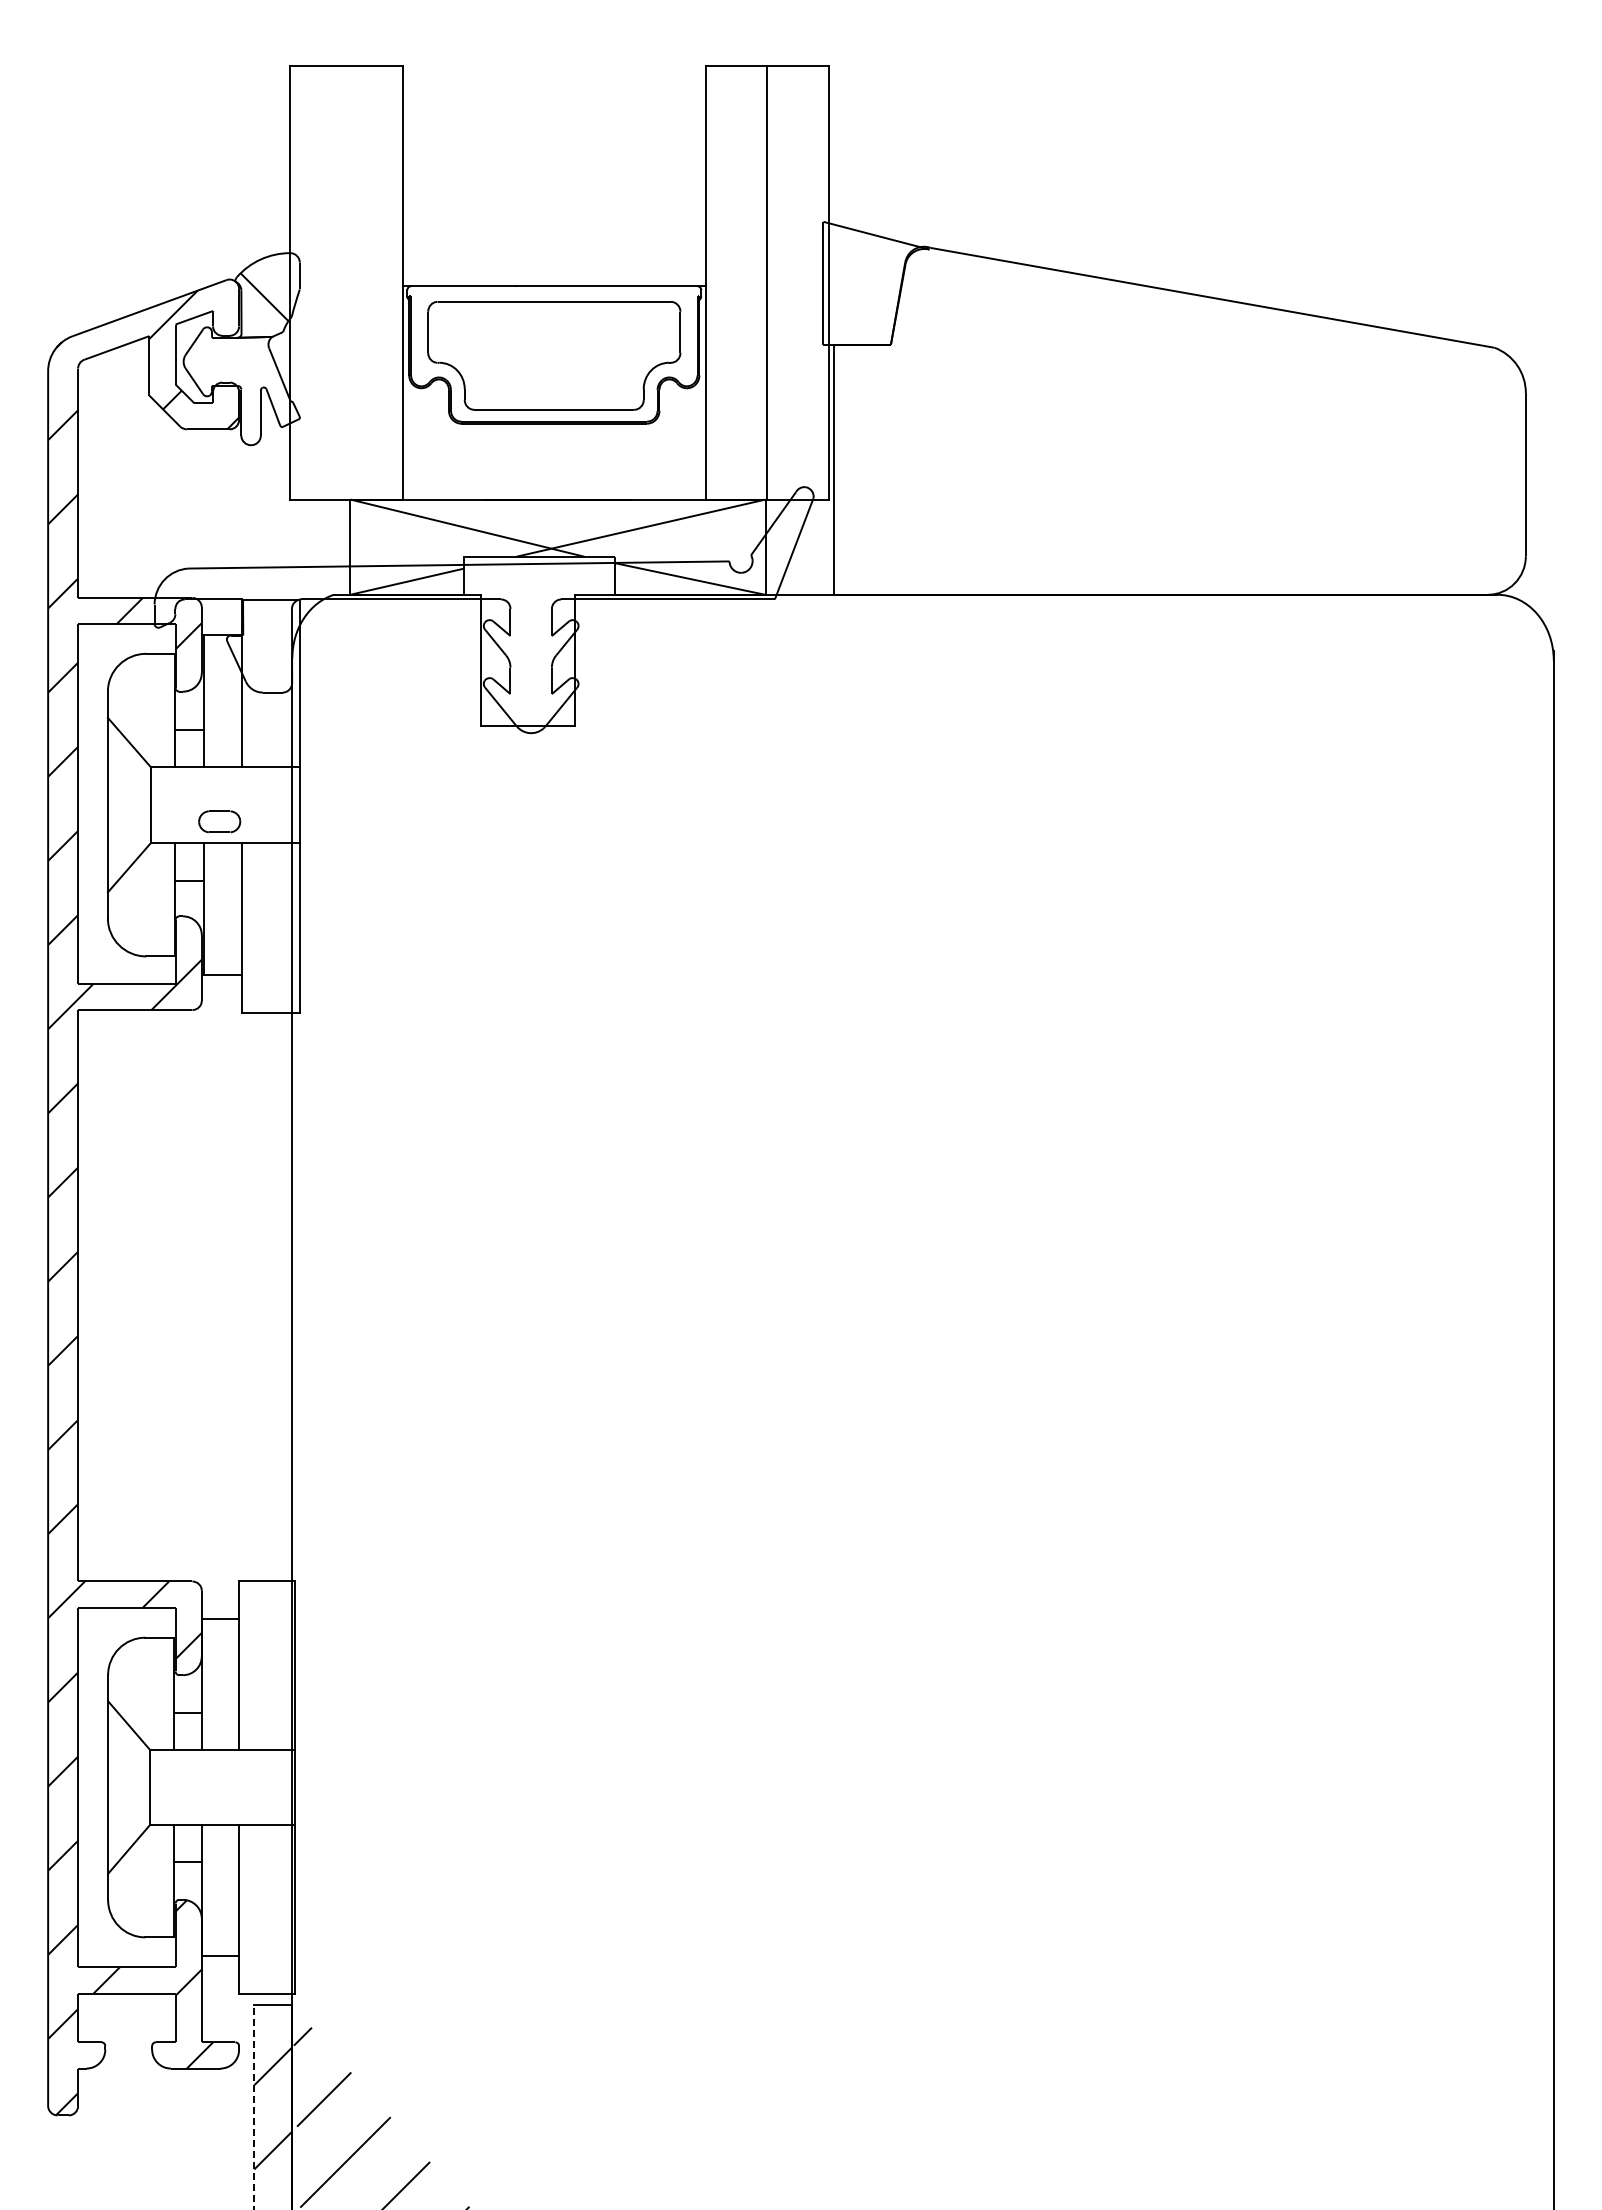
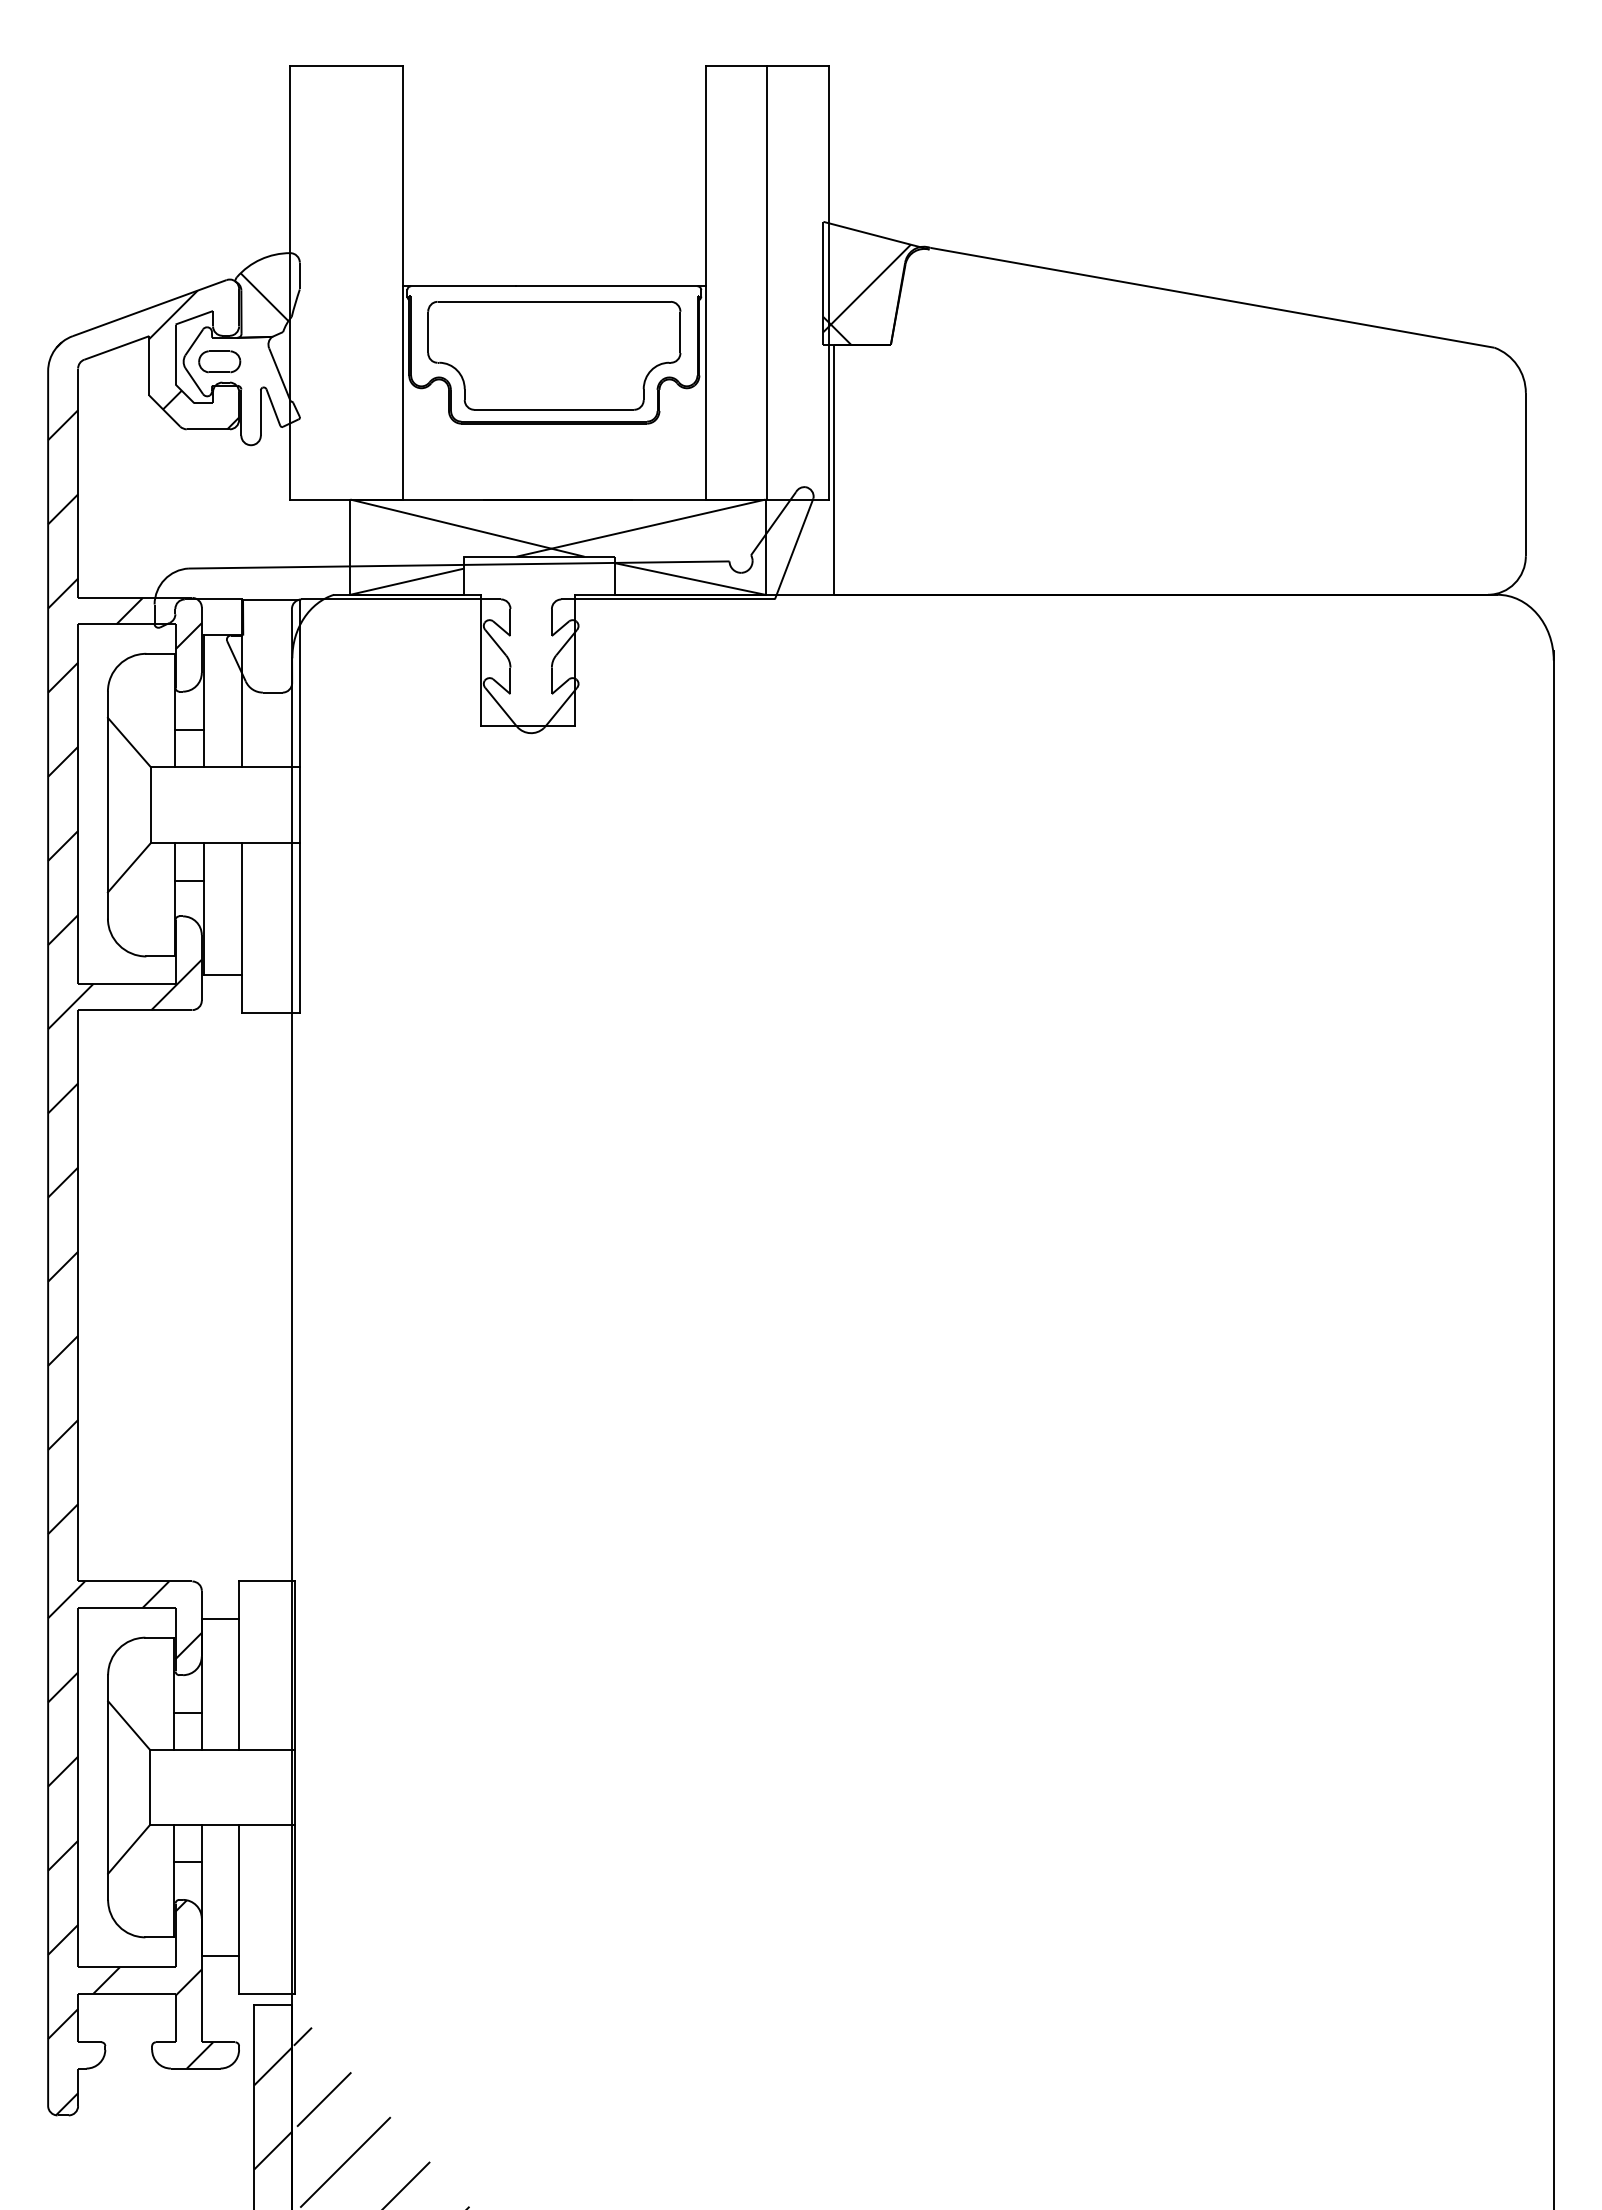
hatch at (873, 294): none -> present
part at (219, 821) position: (219, 821) -> (219, 361)
line at (254, 2107): dashed -> solid
